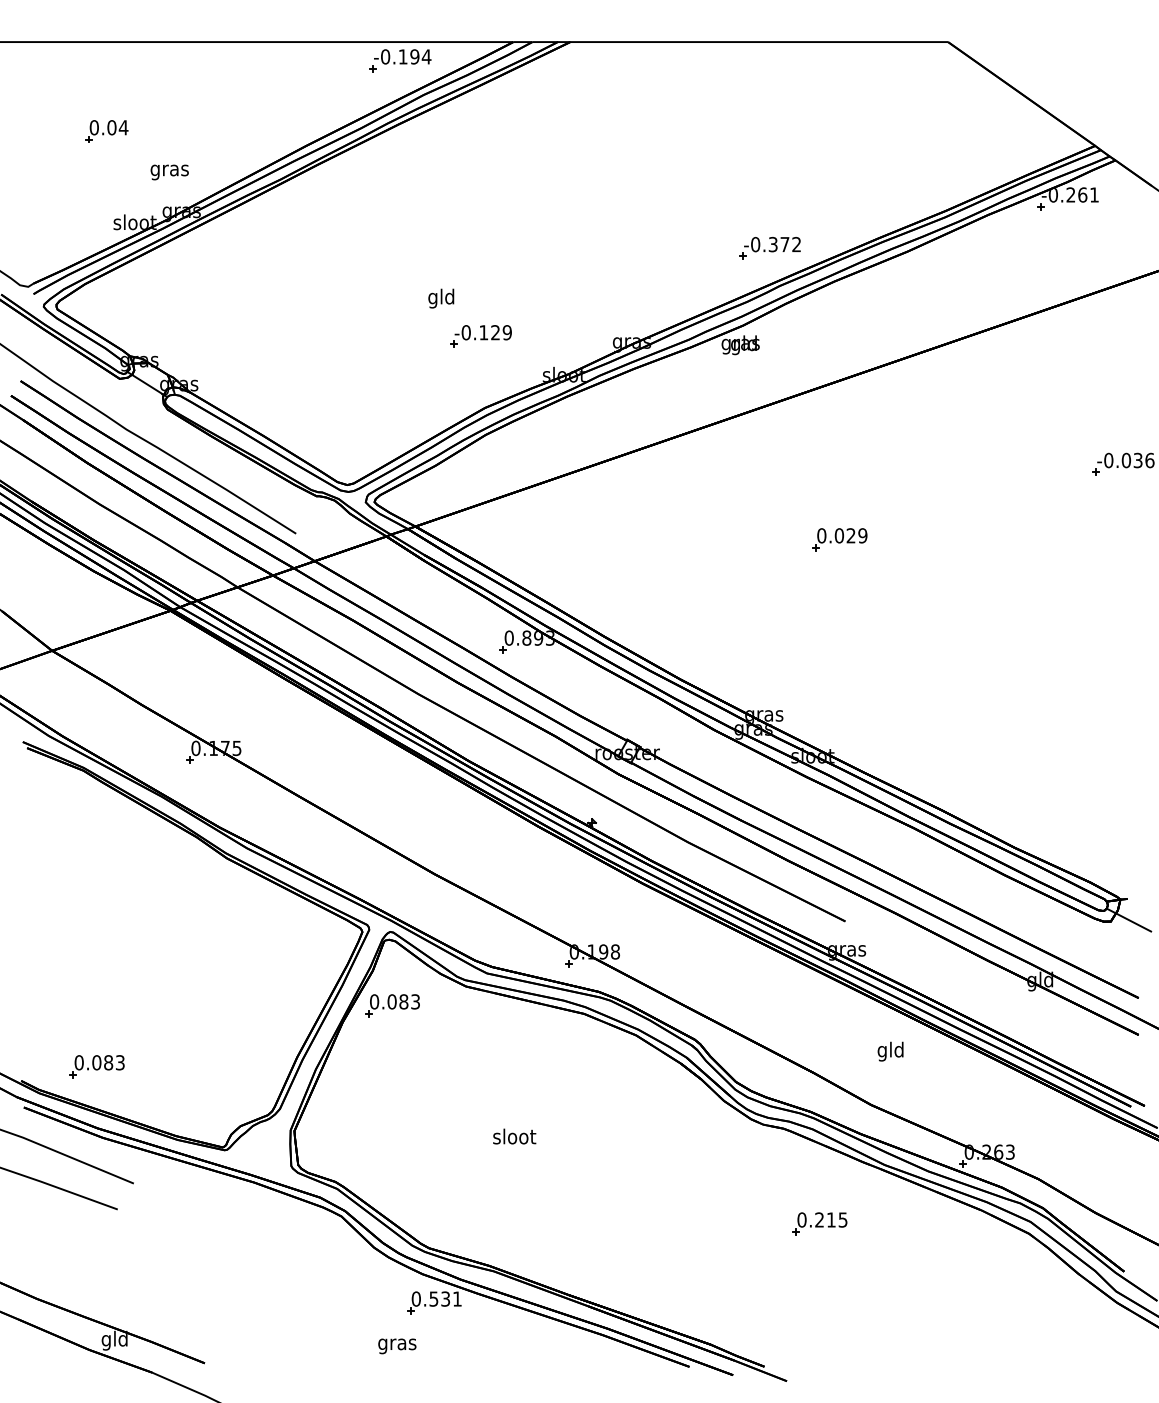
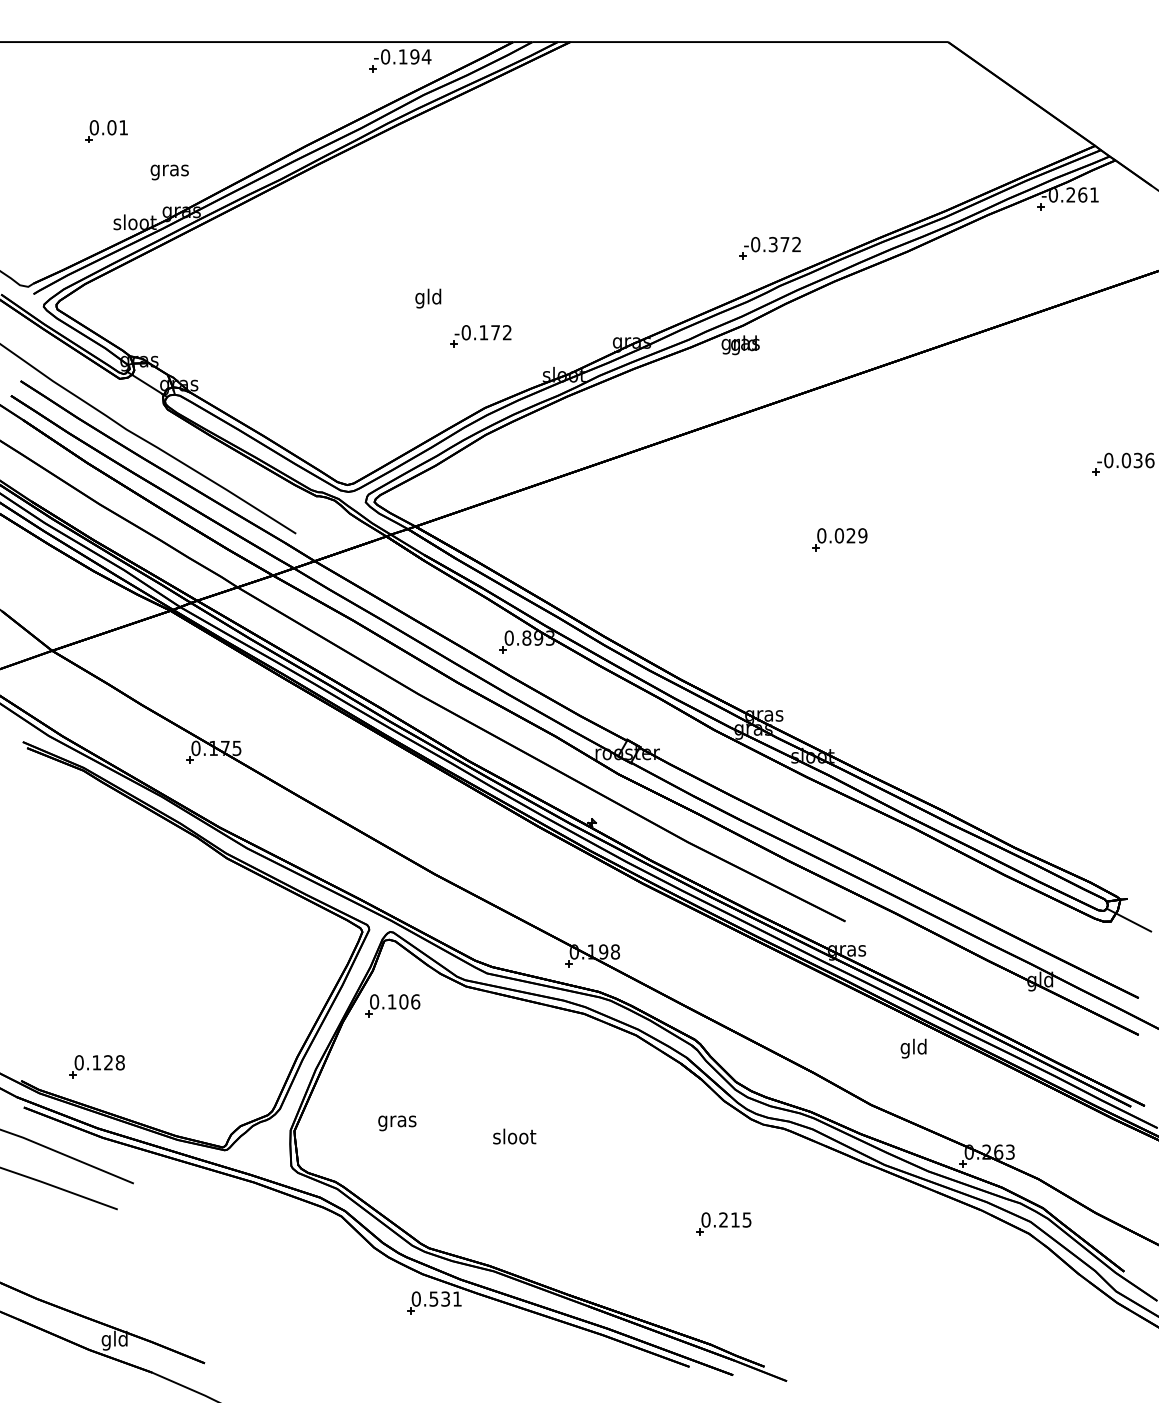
text at (123, 127): 0.04 -> 0.01
text at (441, 298) position: (441, 298) -> (428, 298)
text at (501, 332): -0.129 -> -0.172
text at (403, 1001): 0.083 -> 0.106
text at (890, 1051) position: (890, 1051) -> (913, 1048)
text at (108, 1062): 0.083 -> 0.128
part at (819, 1223) position: (819, 1223) -> (723, 1223)
text at (397, 1346) position: (397, 1346) -> (397, 1123)
